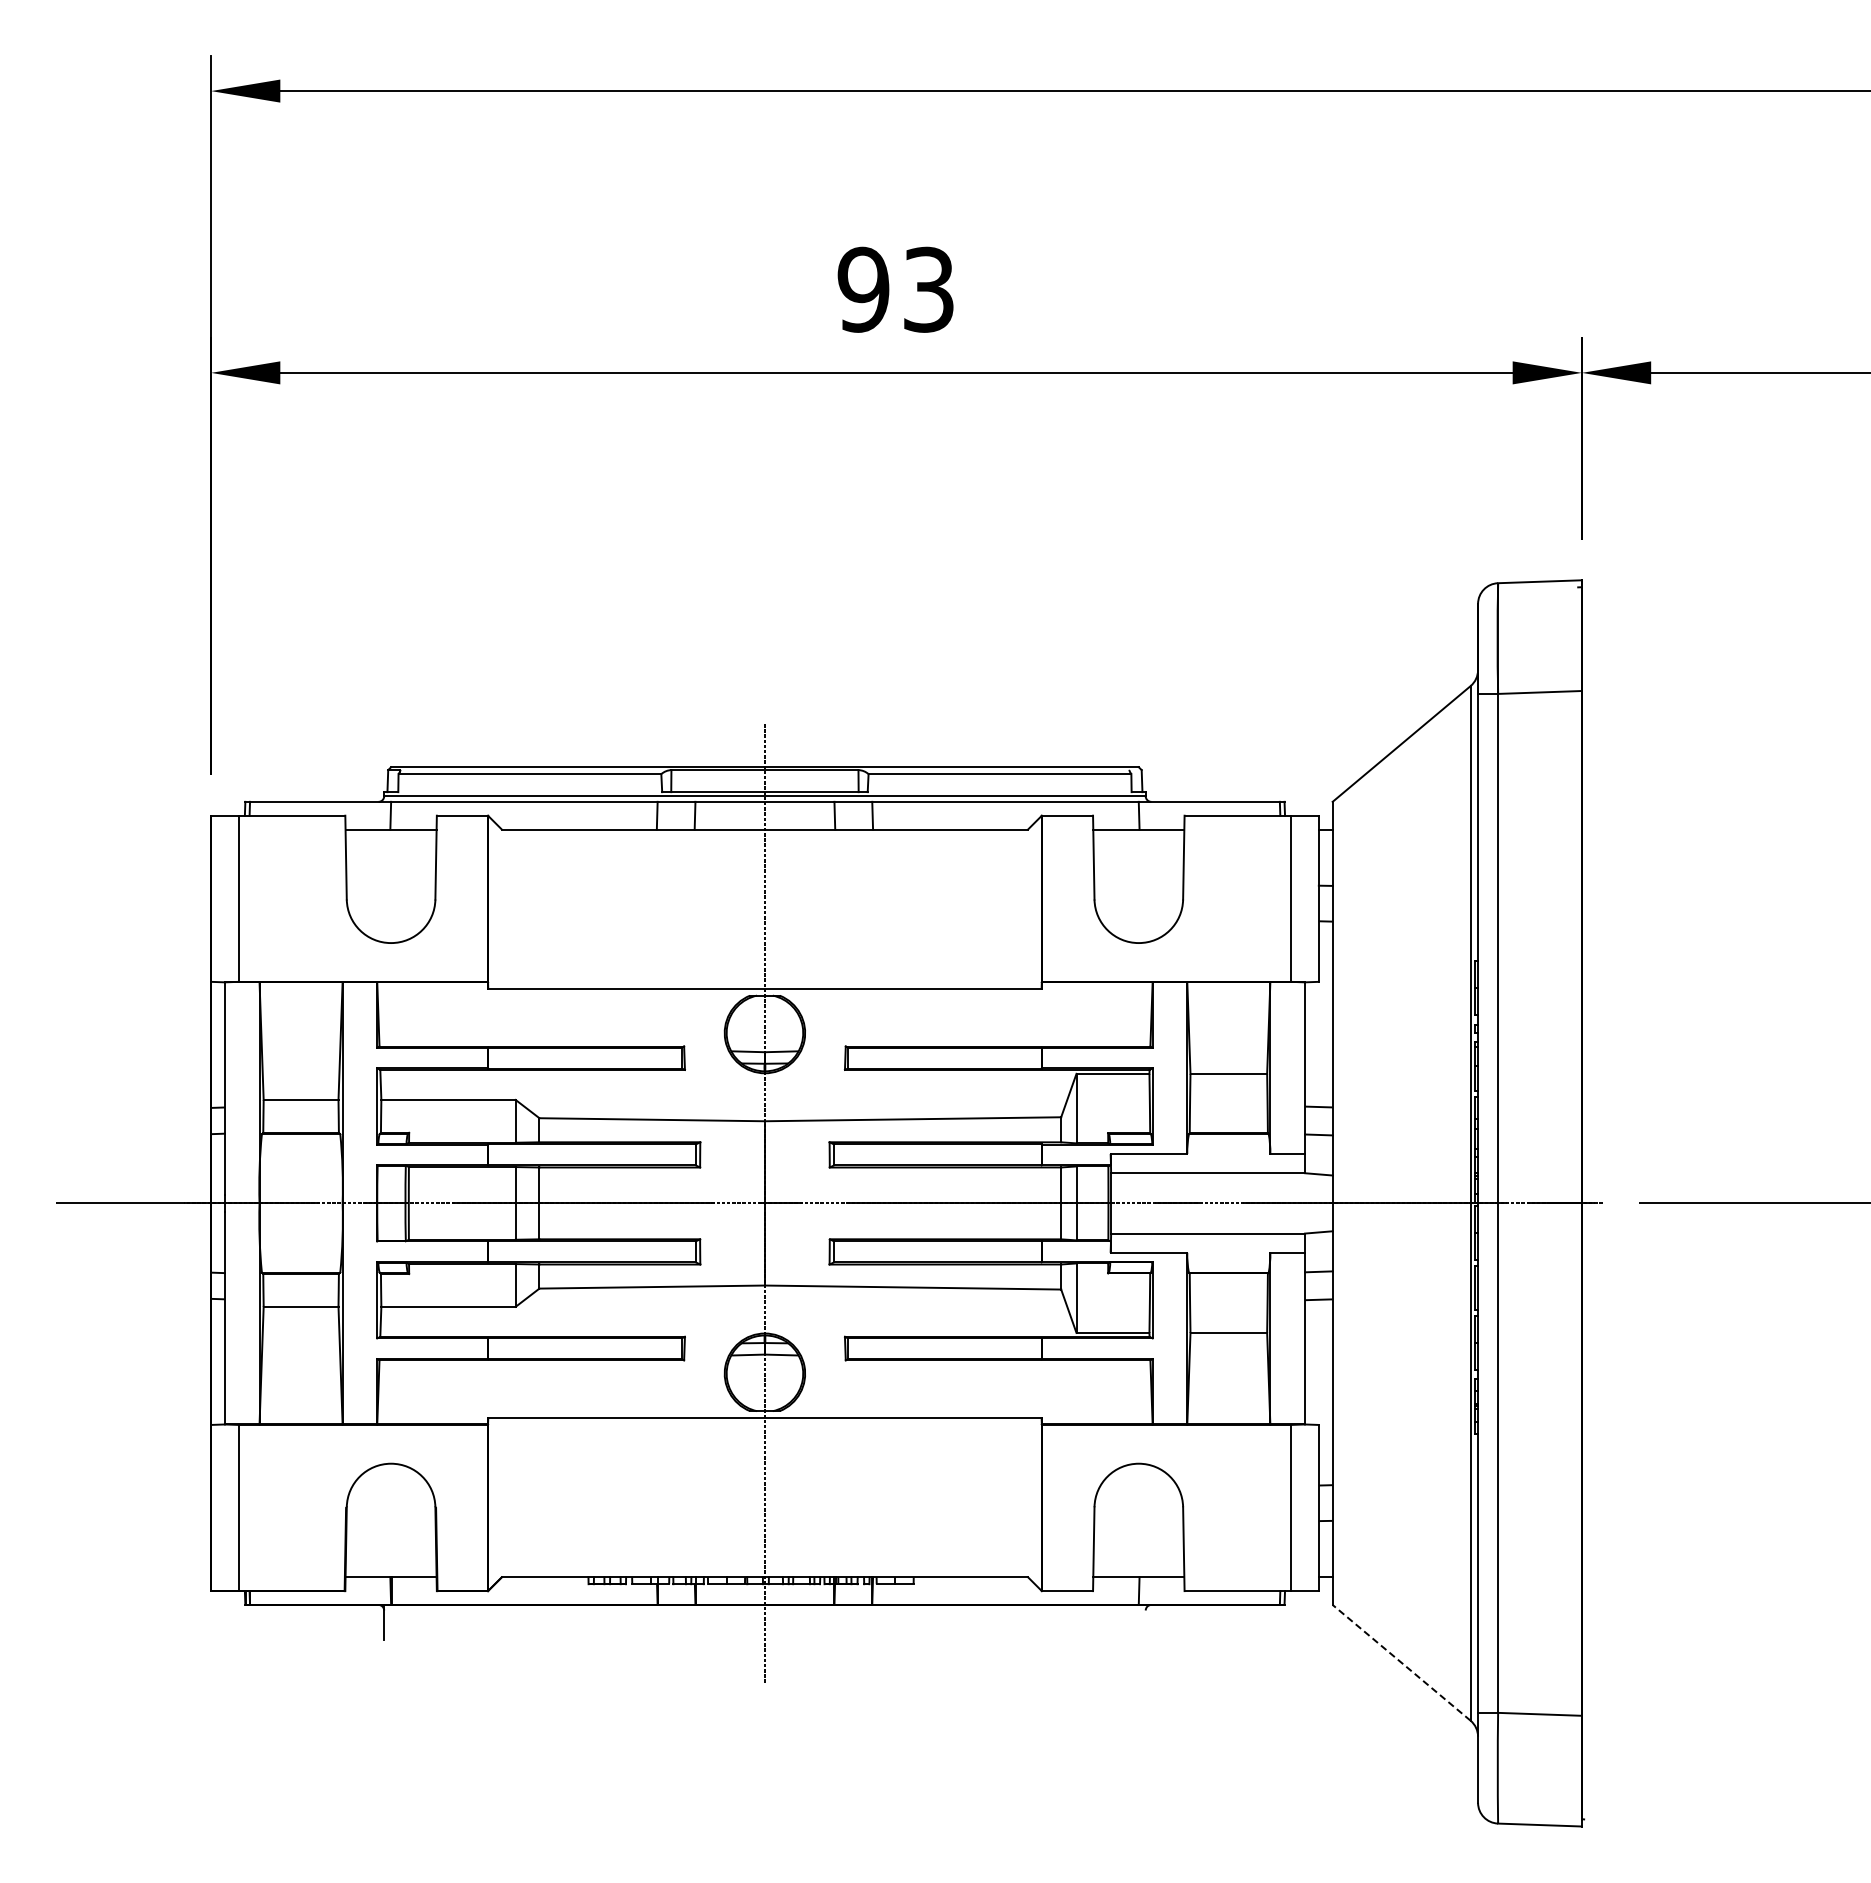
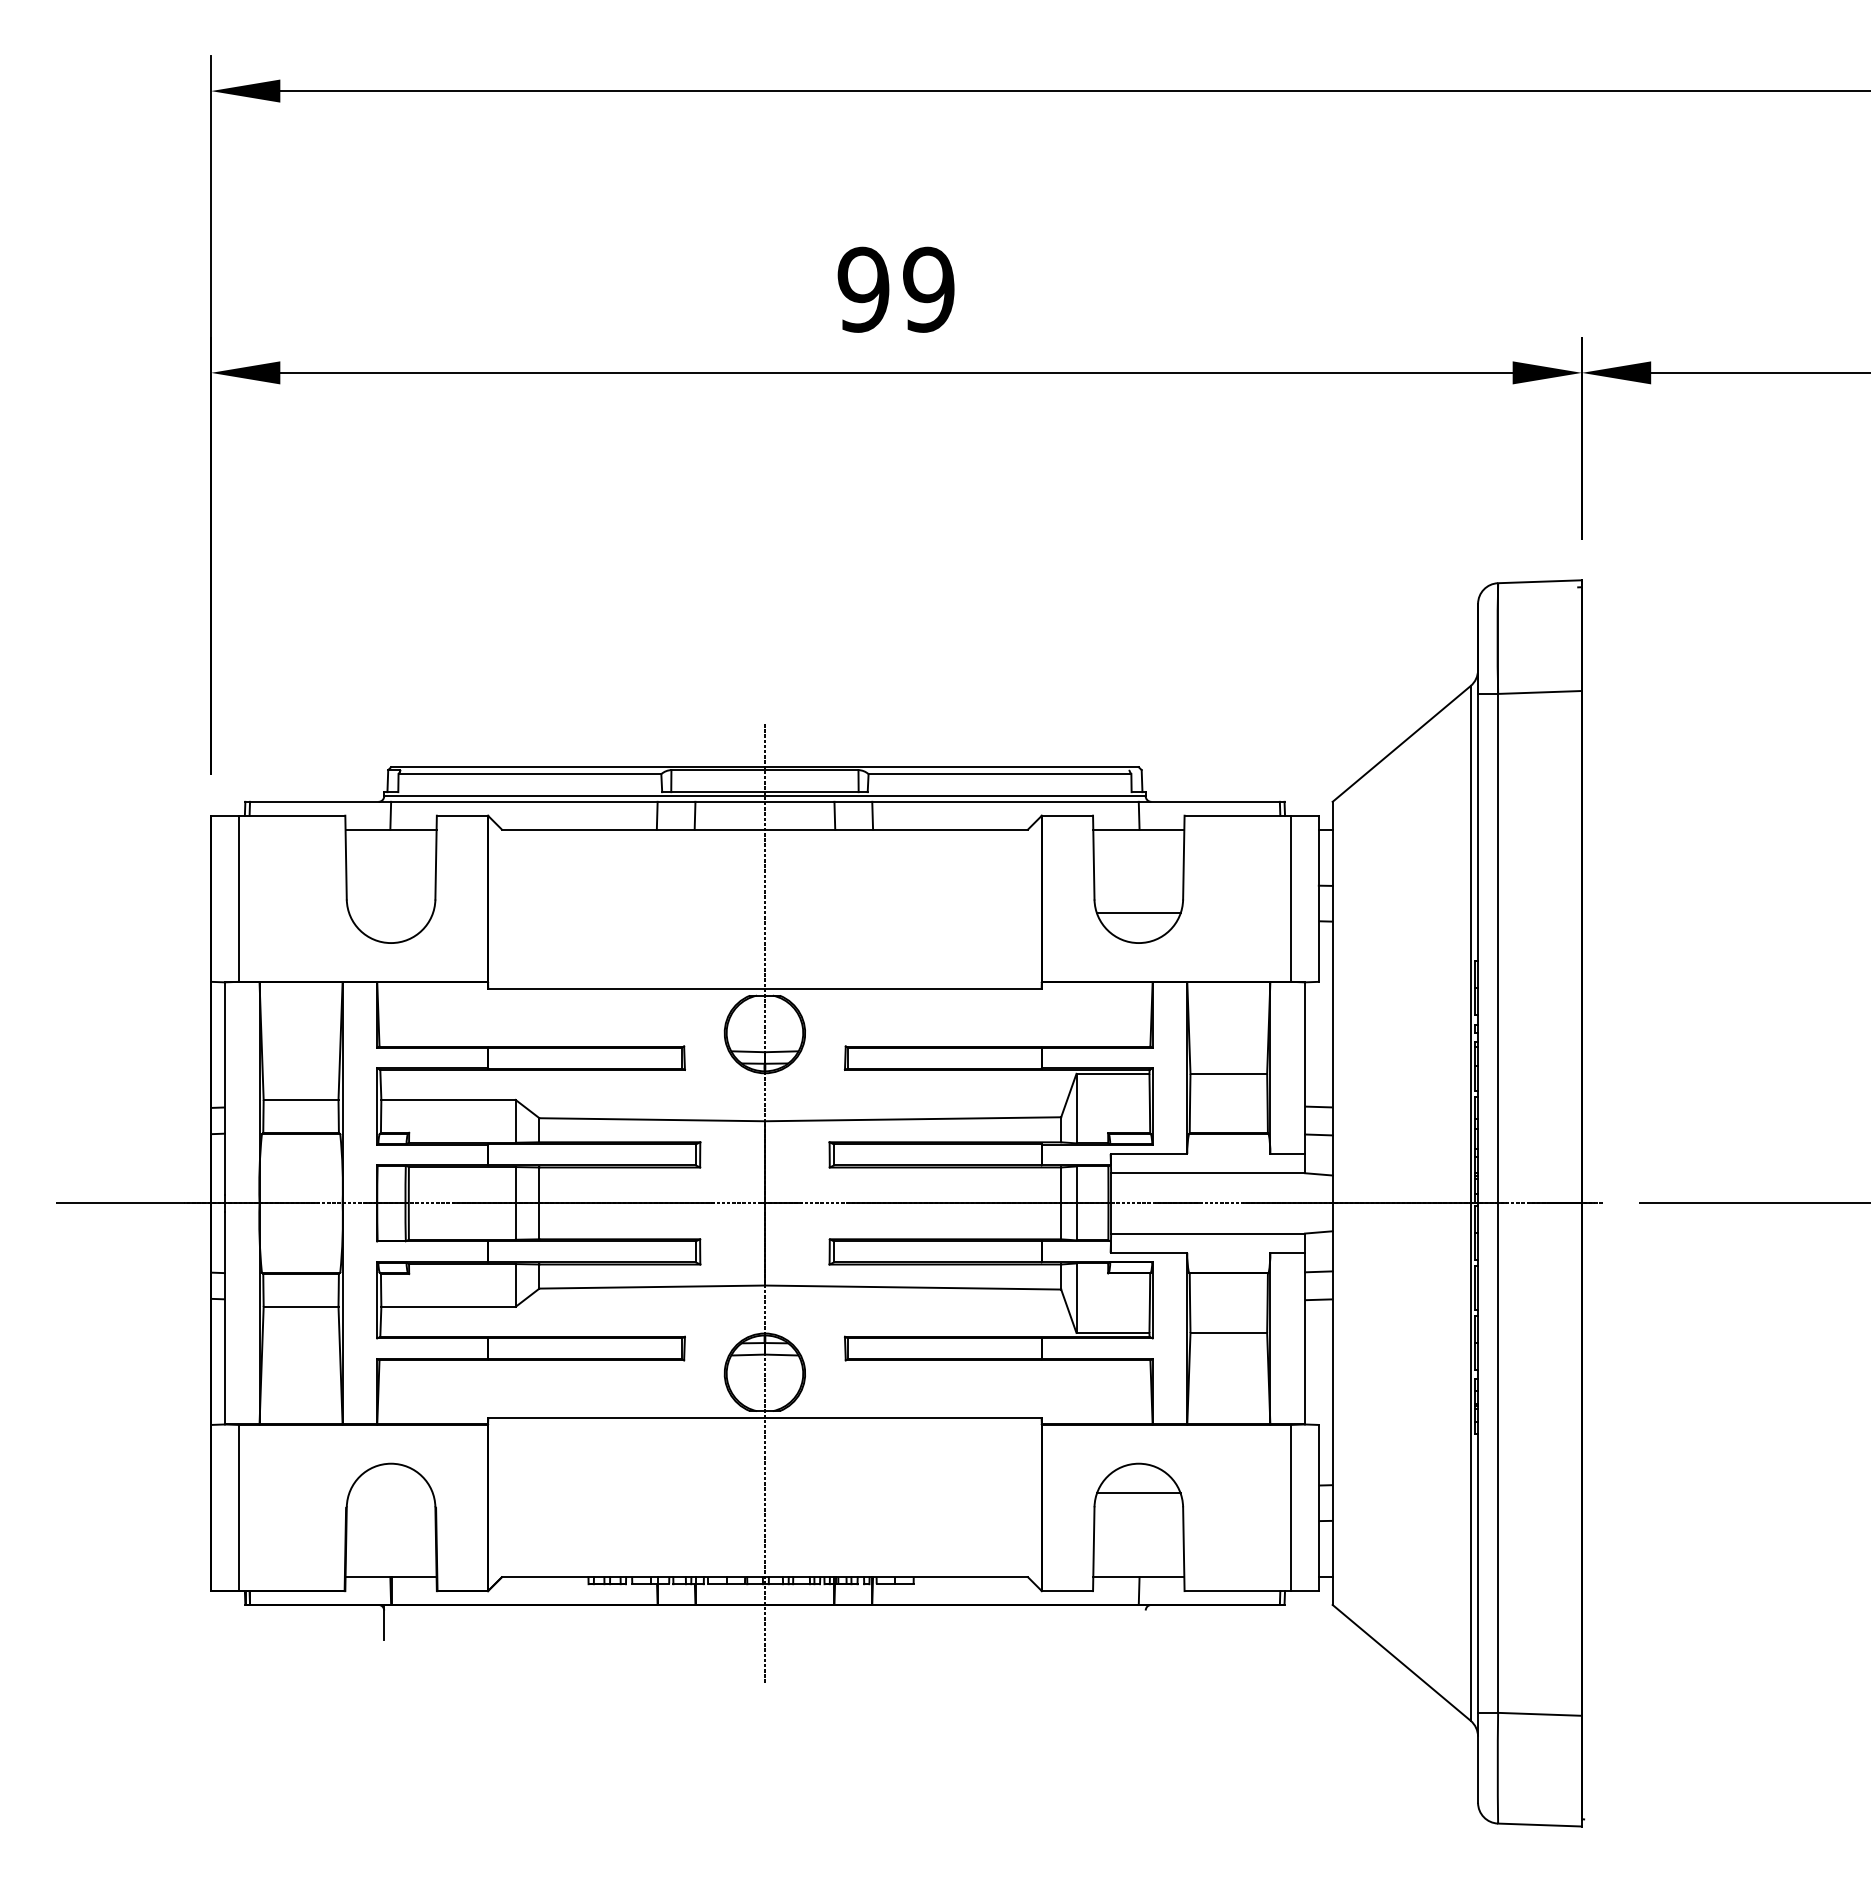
text at (928, 289): 93 -> 99
line at (1138, 913): none -> present
line at (1138, 1493): none -> present
line at (1401, 1662): dashed -> solid
